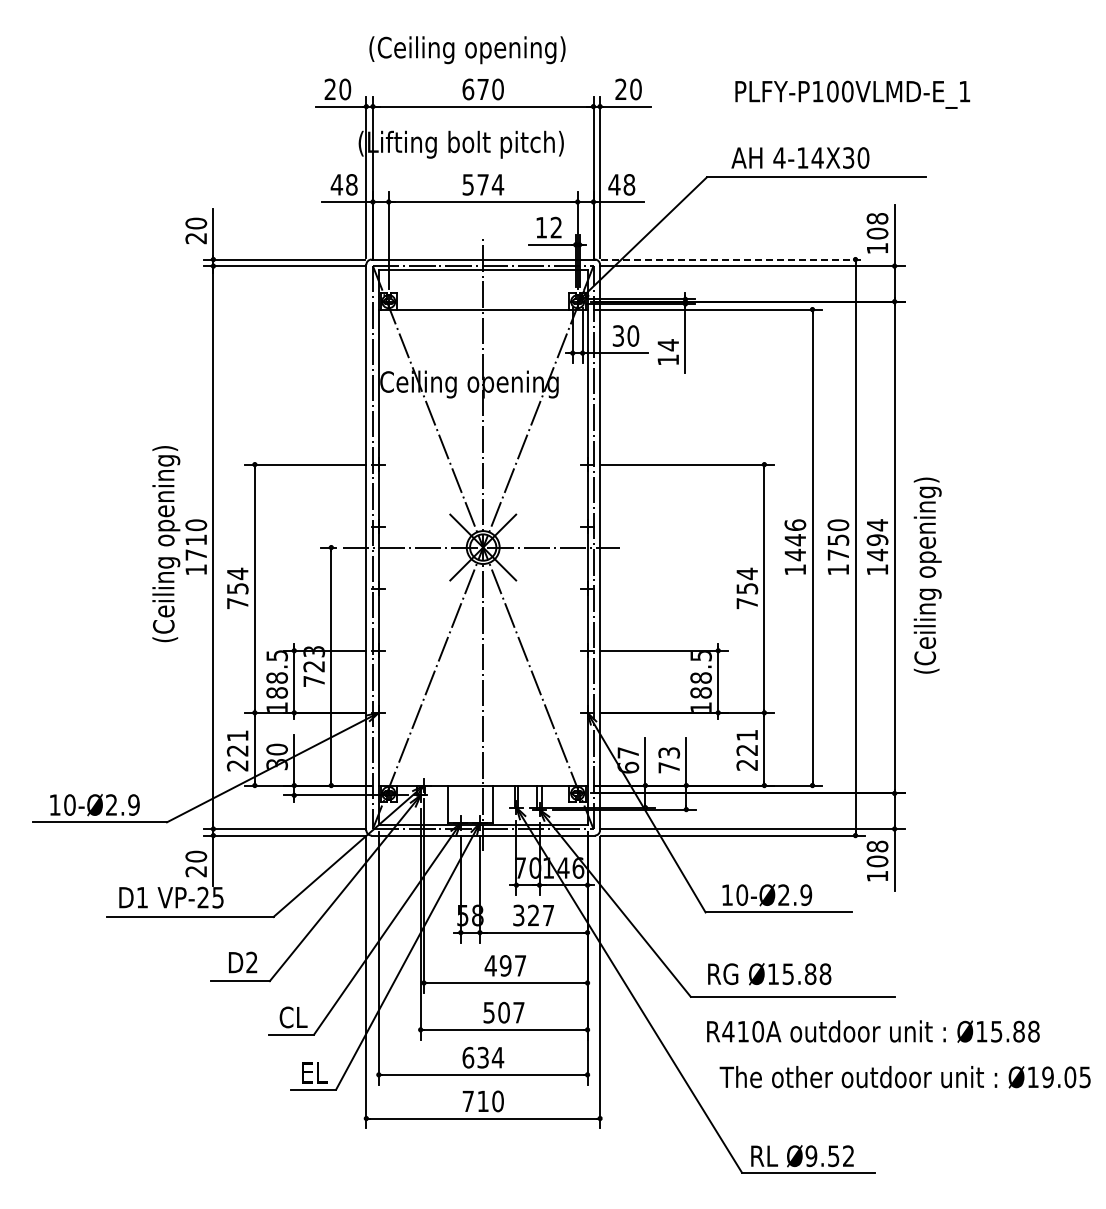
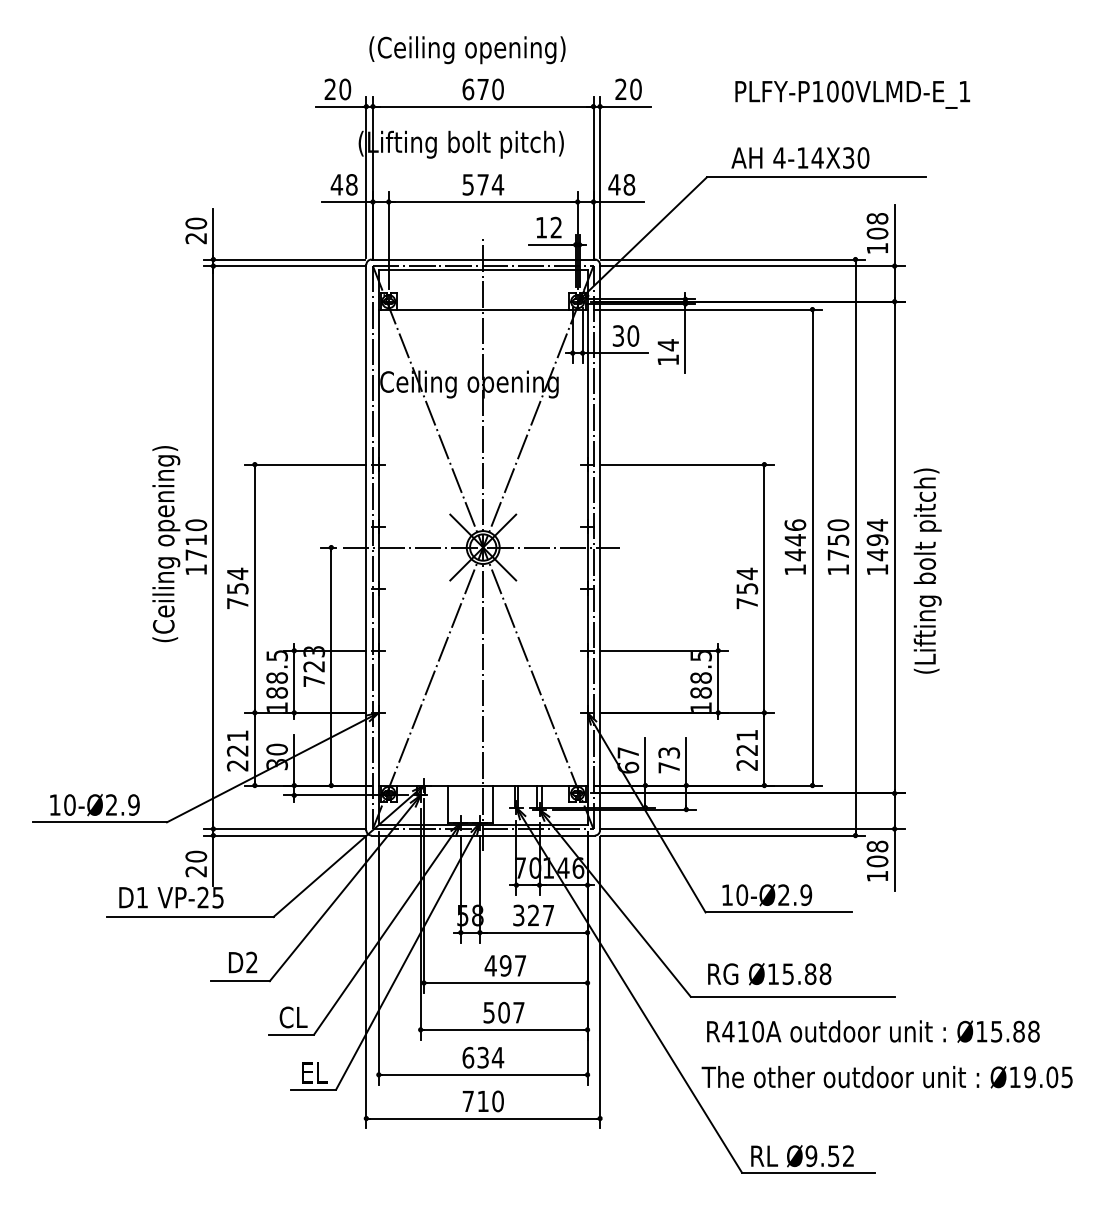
line at (733, 259): dashed -> solid
text at (927, 566): (Ceiling opening) -> (Lifting bolt pitch)
text at (904, 1077) position: (904, 1077) -> (886, 1077)
